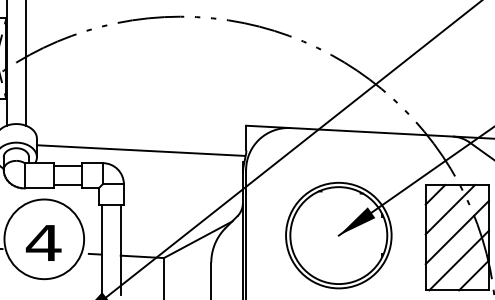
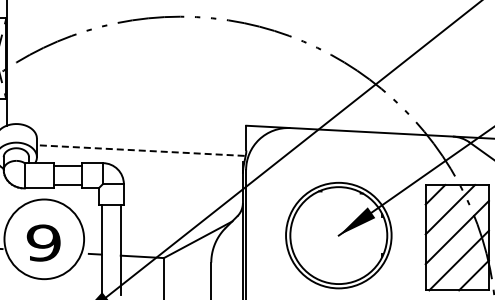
line at (25, 63): present -> none
line at (140, 150): solid -> dashed
text at (43, 242): 4 -> 9
